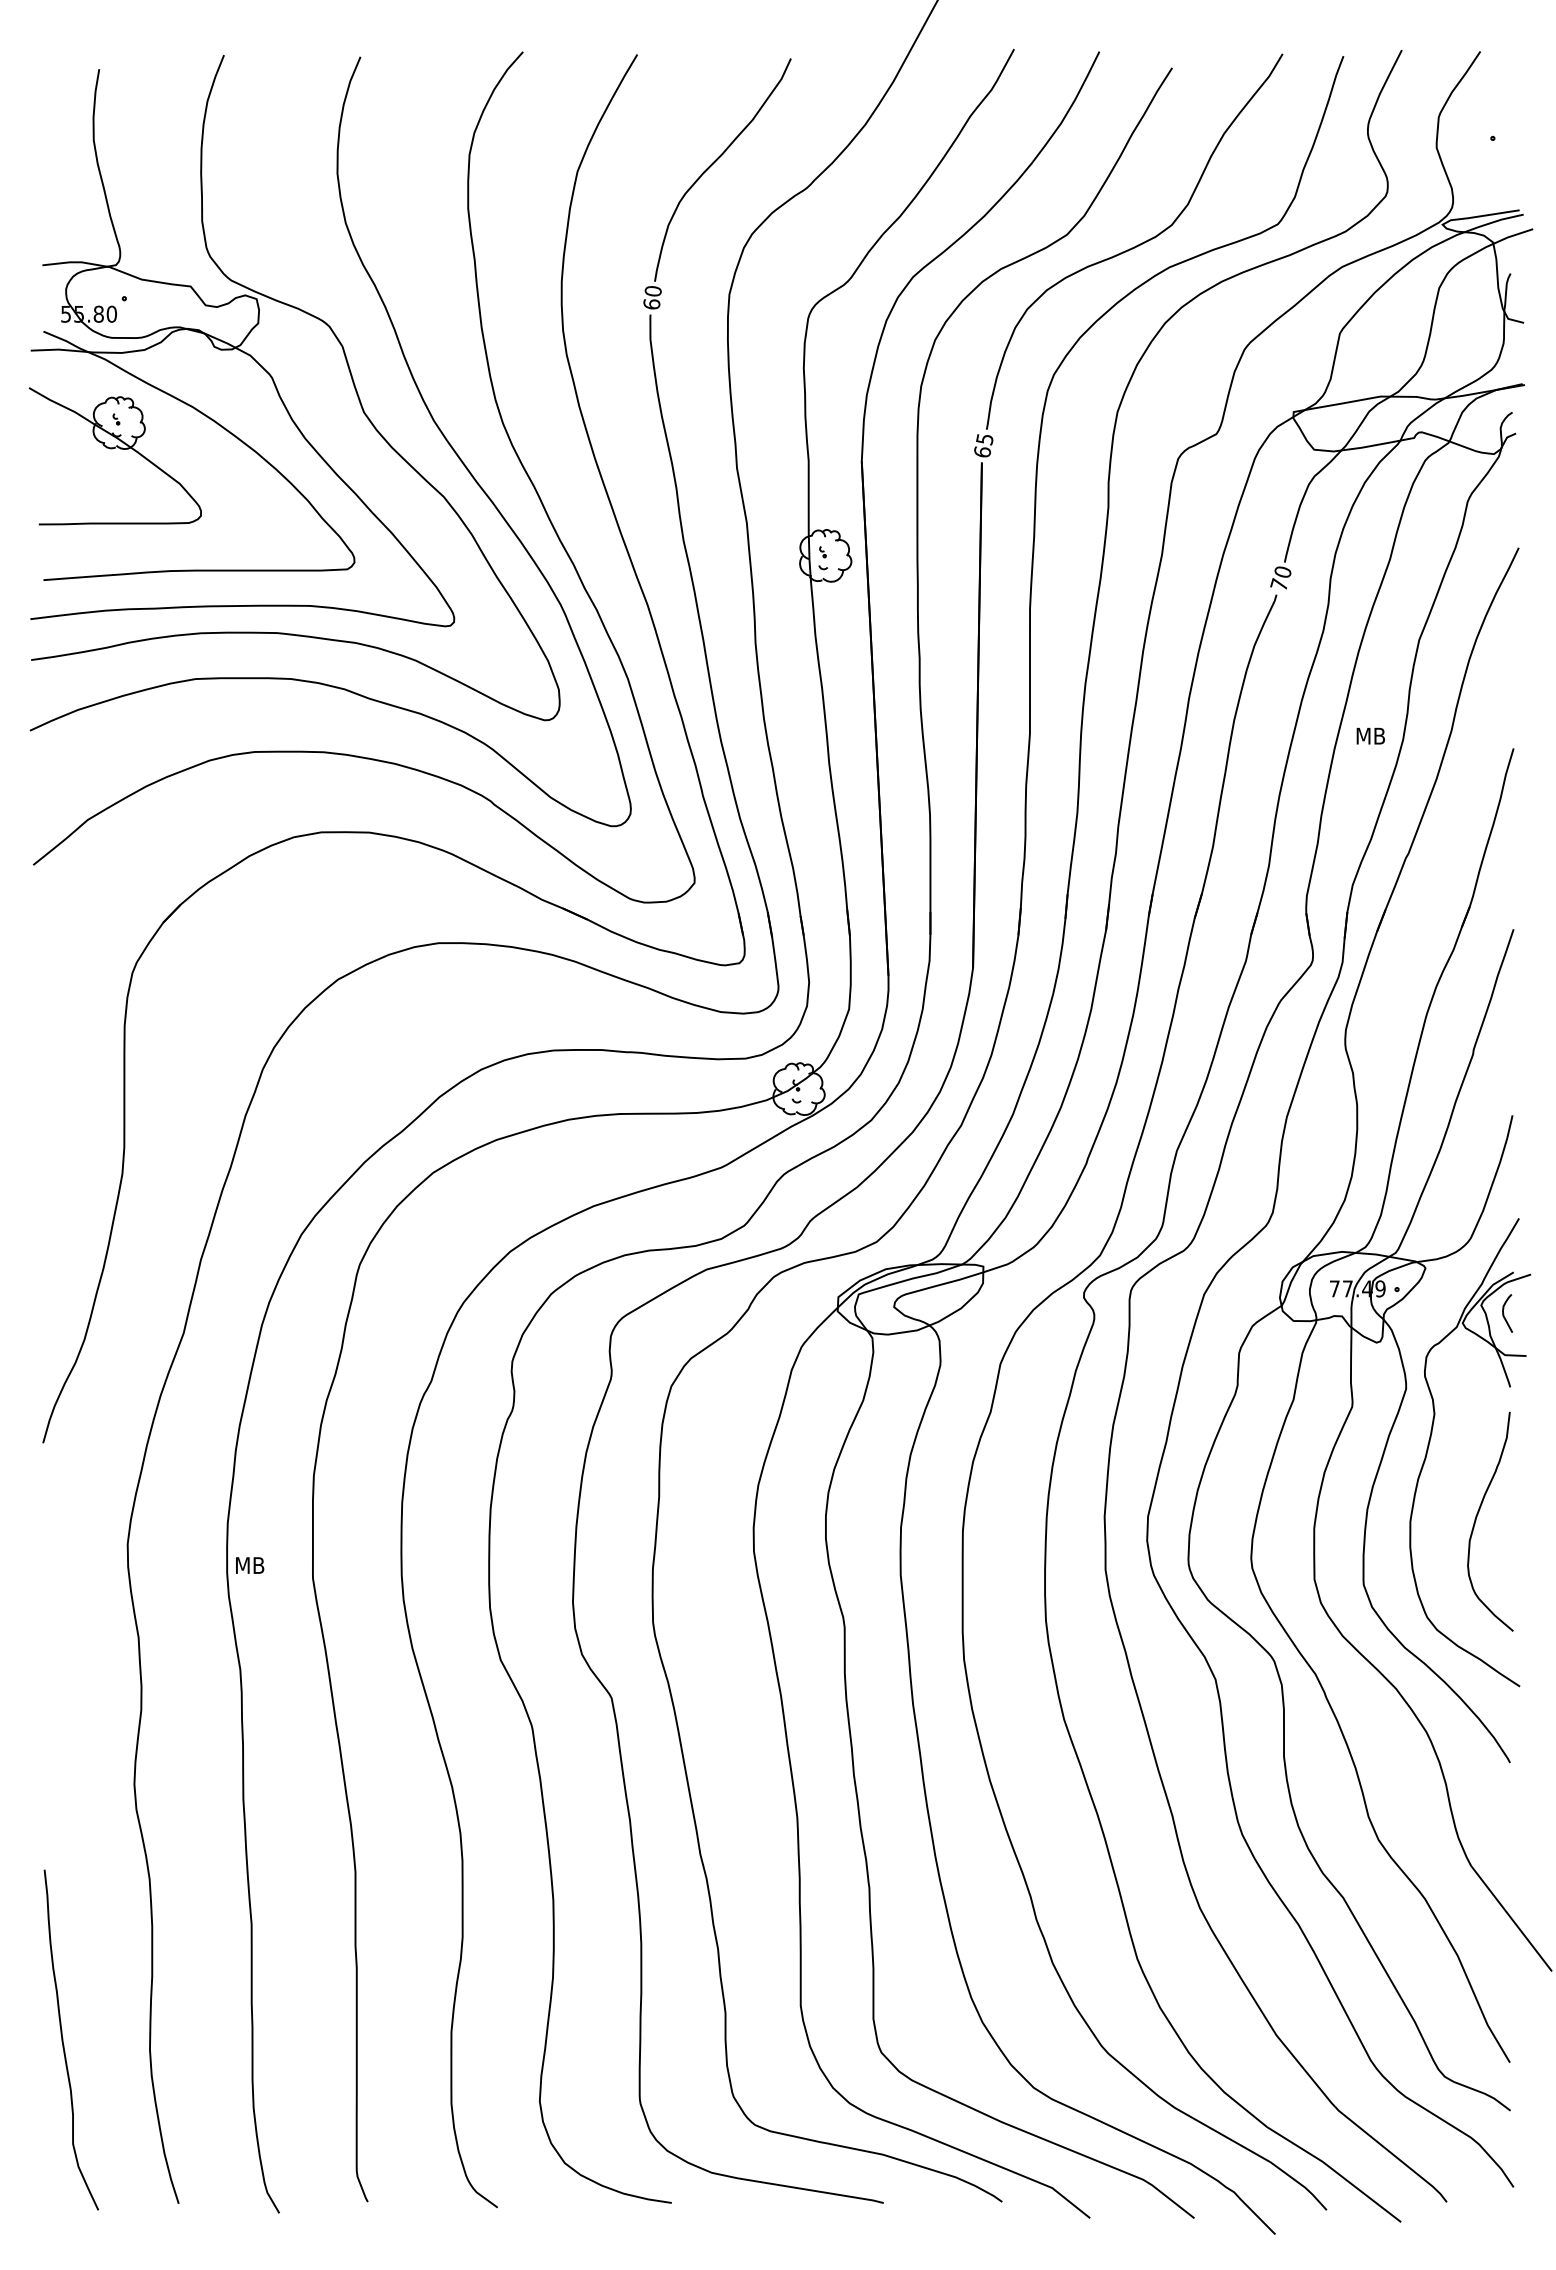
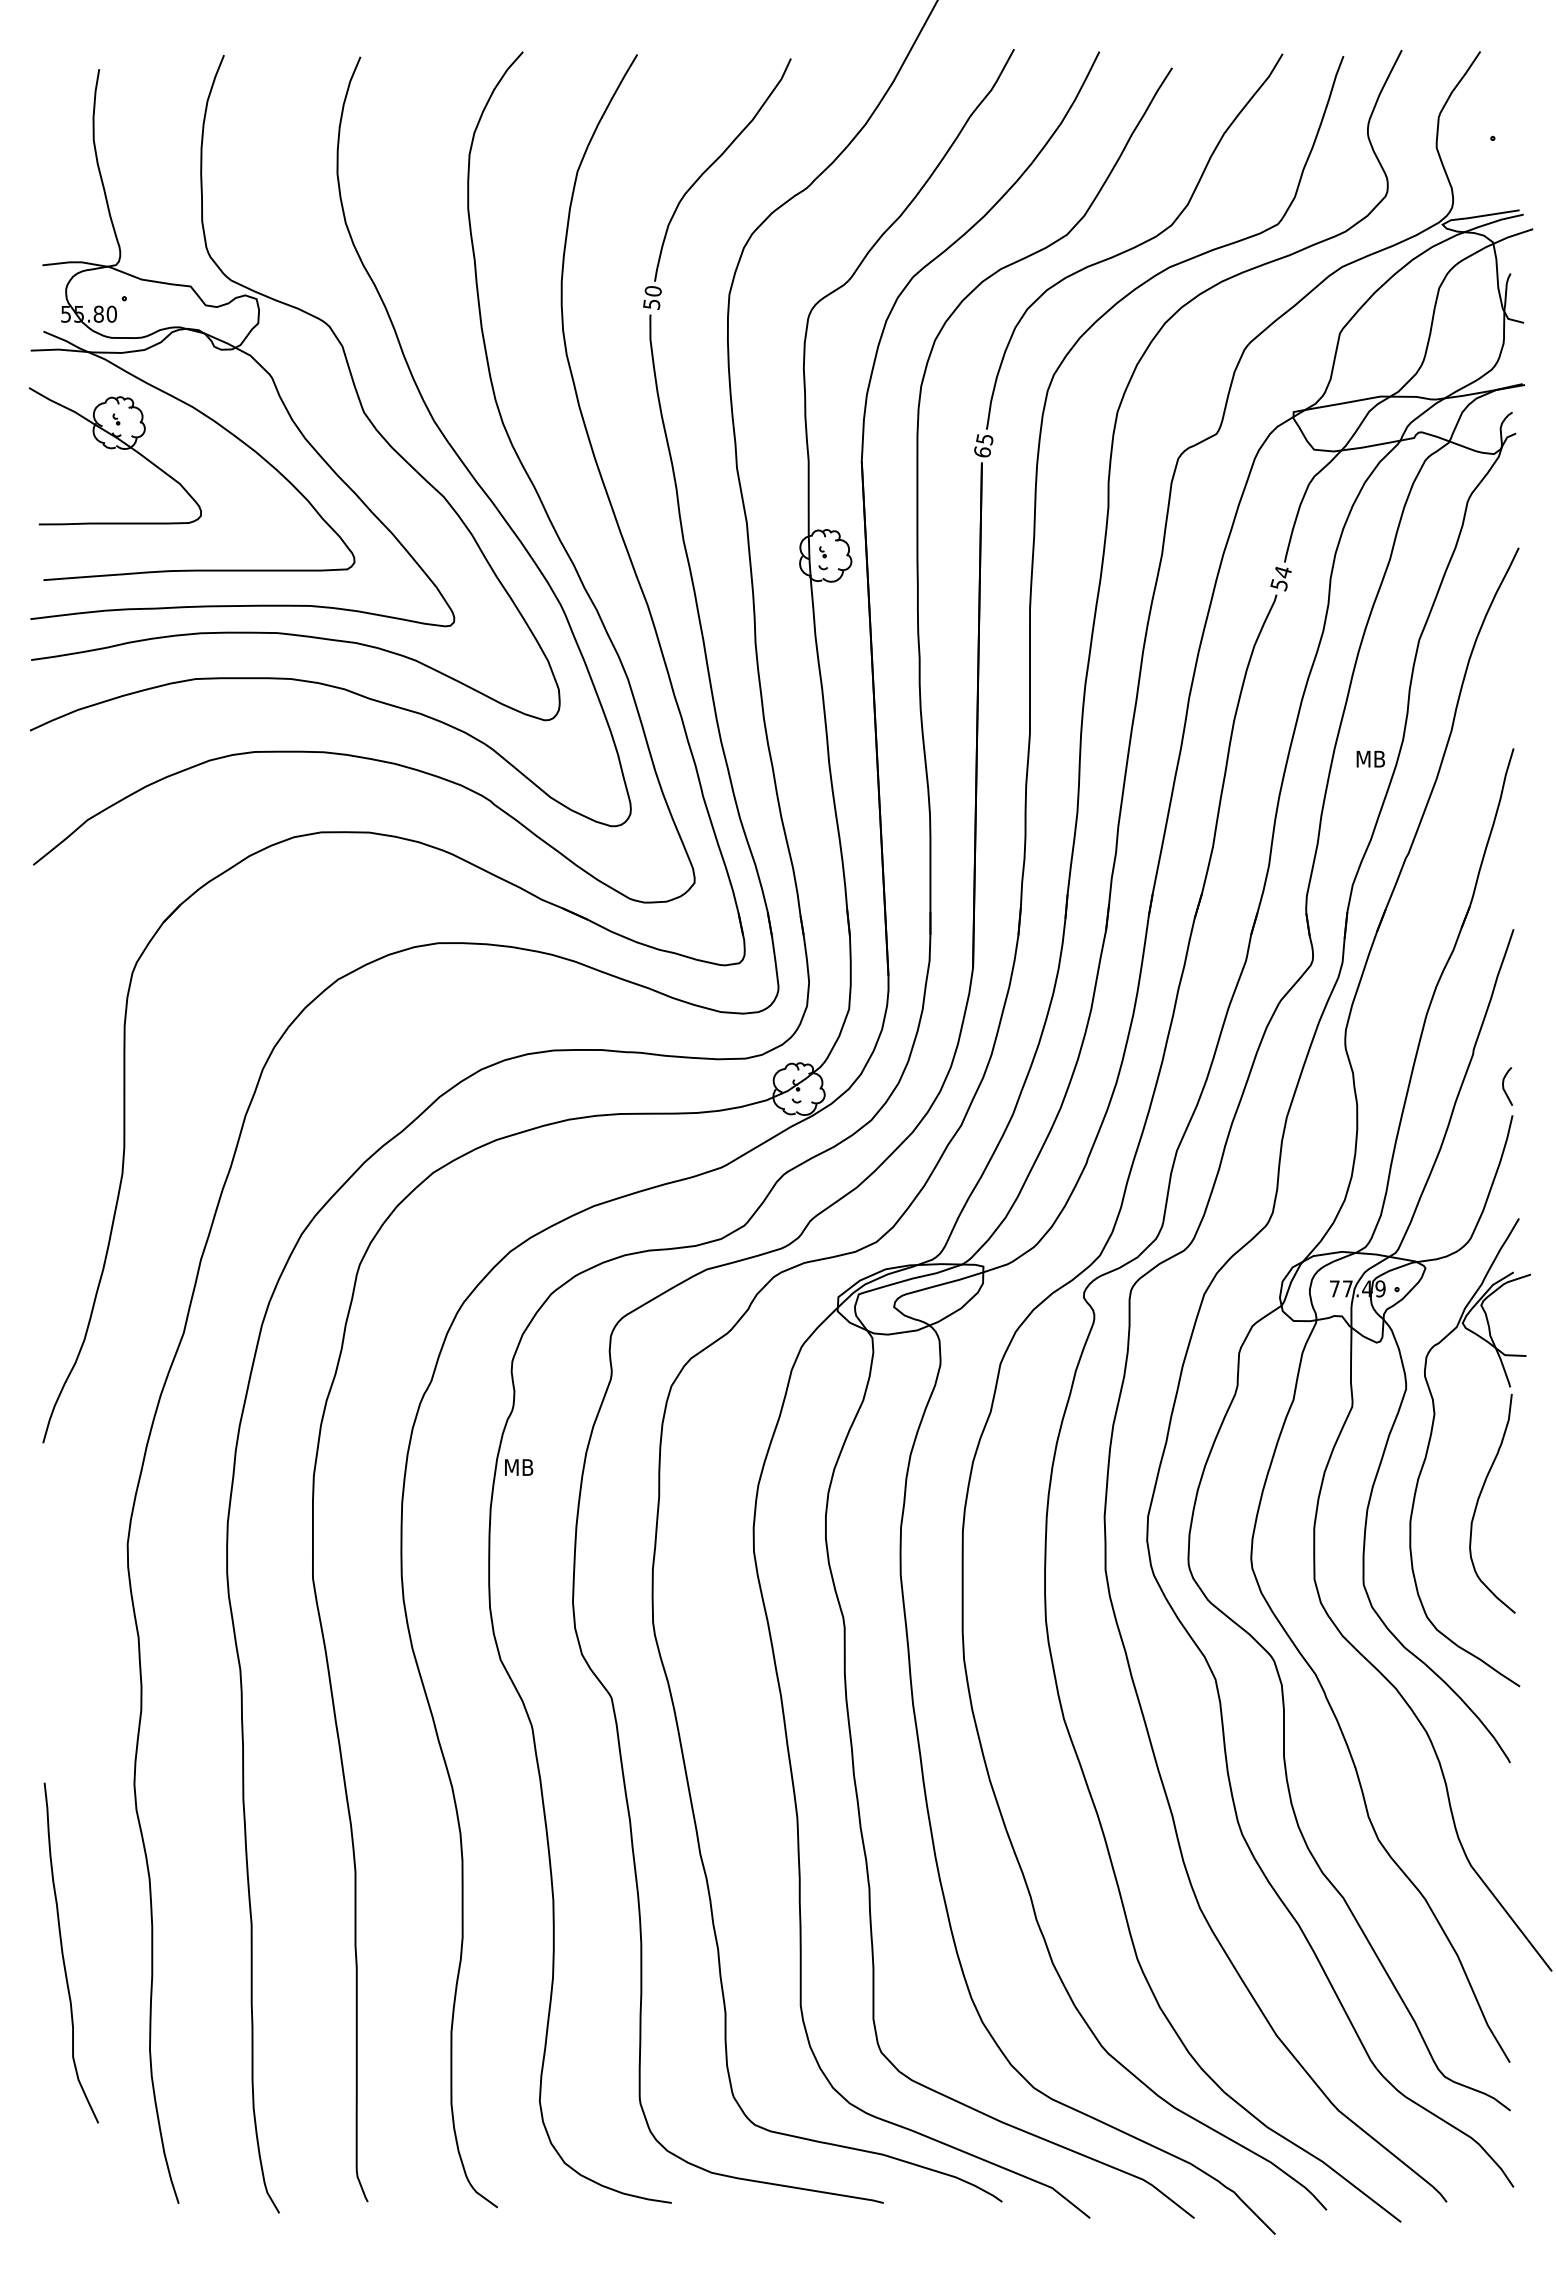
text at (651, 304): 60 -> 50
text at (1280, 578): 70 -> 54
text at (1370, 735) position: (1370, 735) -> (1370, 758)
curve at (1504, 1313) position: (1504, 1313) -> (1504, 1086)
curve at (1477, 1517) position: (1477, 1517) -> (1479, 1499)
text at (250, 1565) position: (250, 1565) -> (519, 1467)
curve at (63, 2039) position: (63, 2039) -> (63, 1952)
